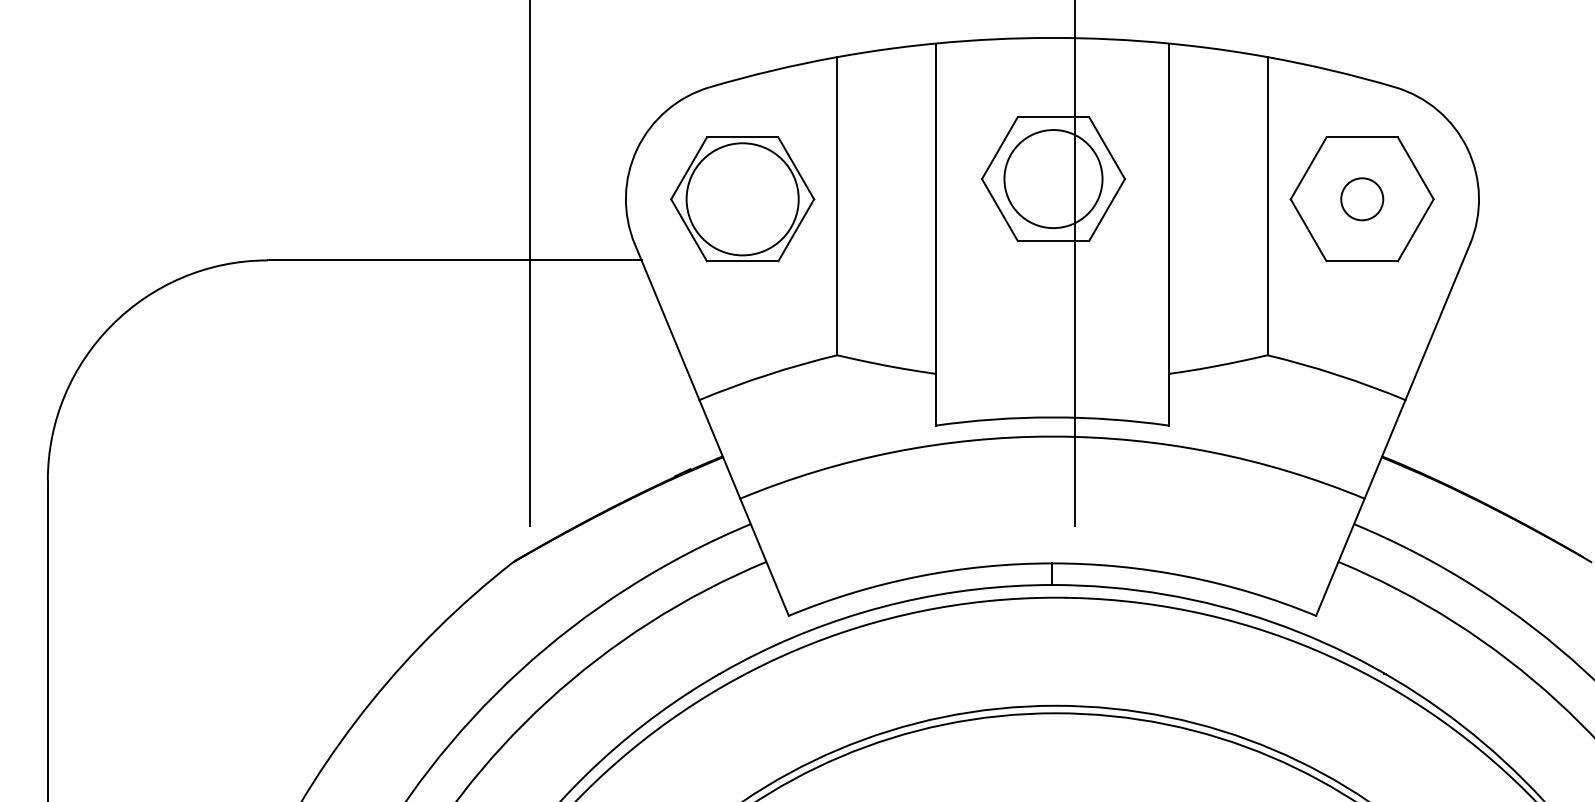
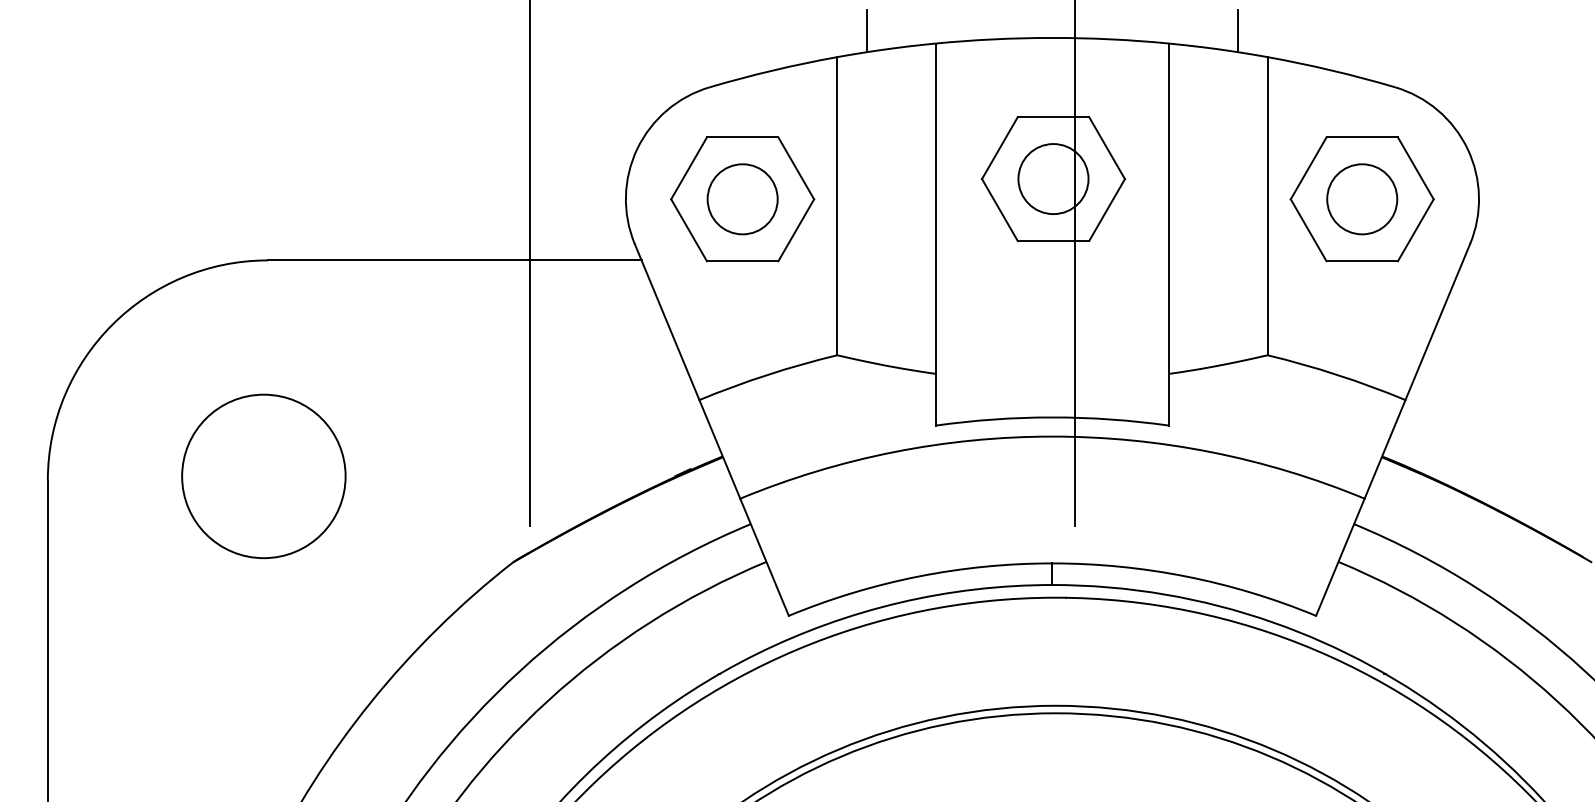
line at (867, 30): none -> present
line at (1237, 30): none -> present
circle at (1053, 179) diameter: 98 px -> 70 px
circle at (742, 199) diameter: 112 px -> 70 px
circle at (1362, 199) diameter: 42 px -> 70 px
circle at (263, 476): none -> present
